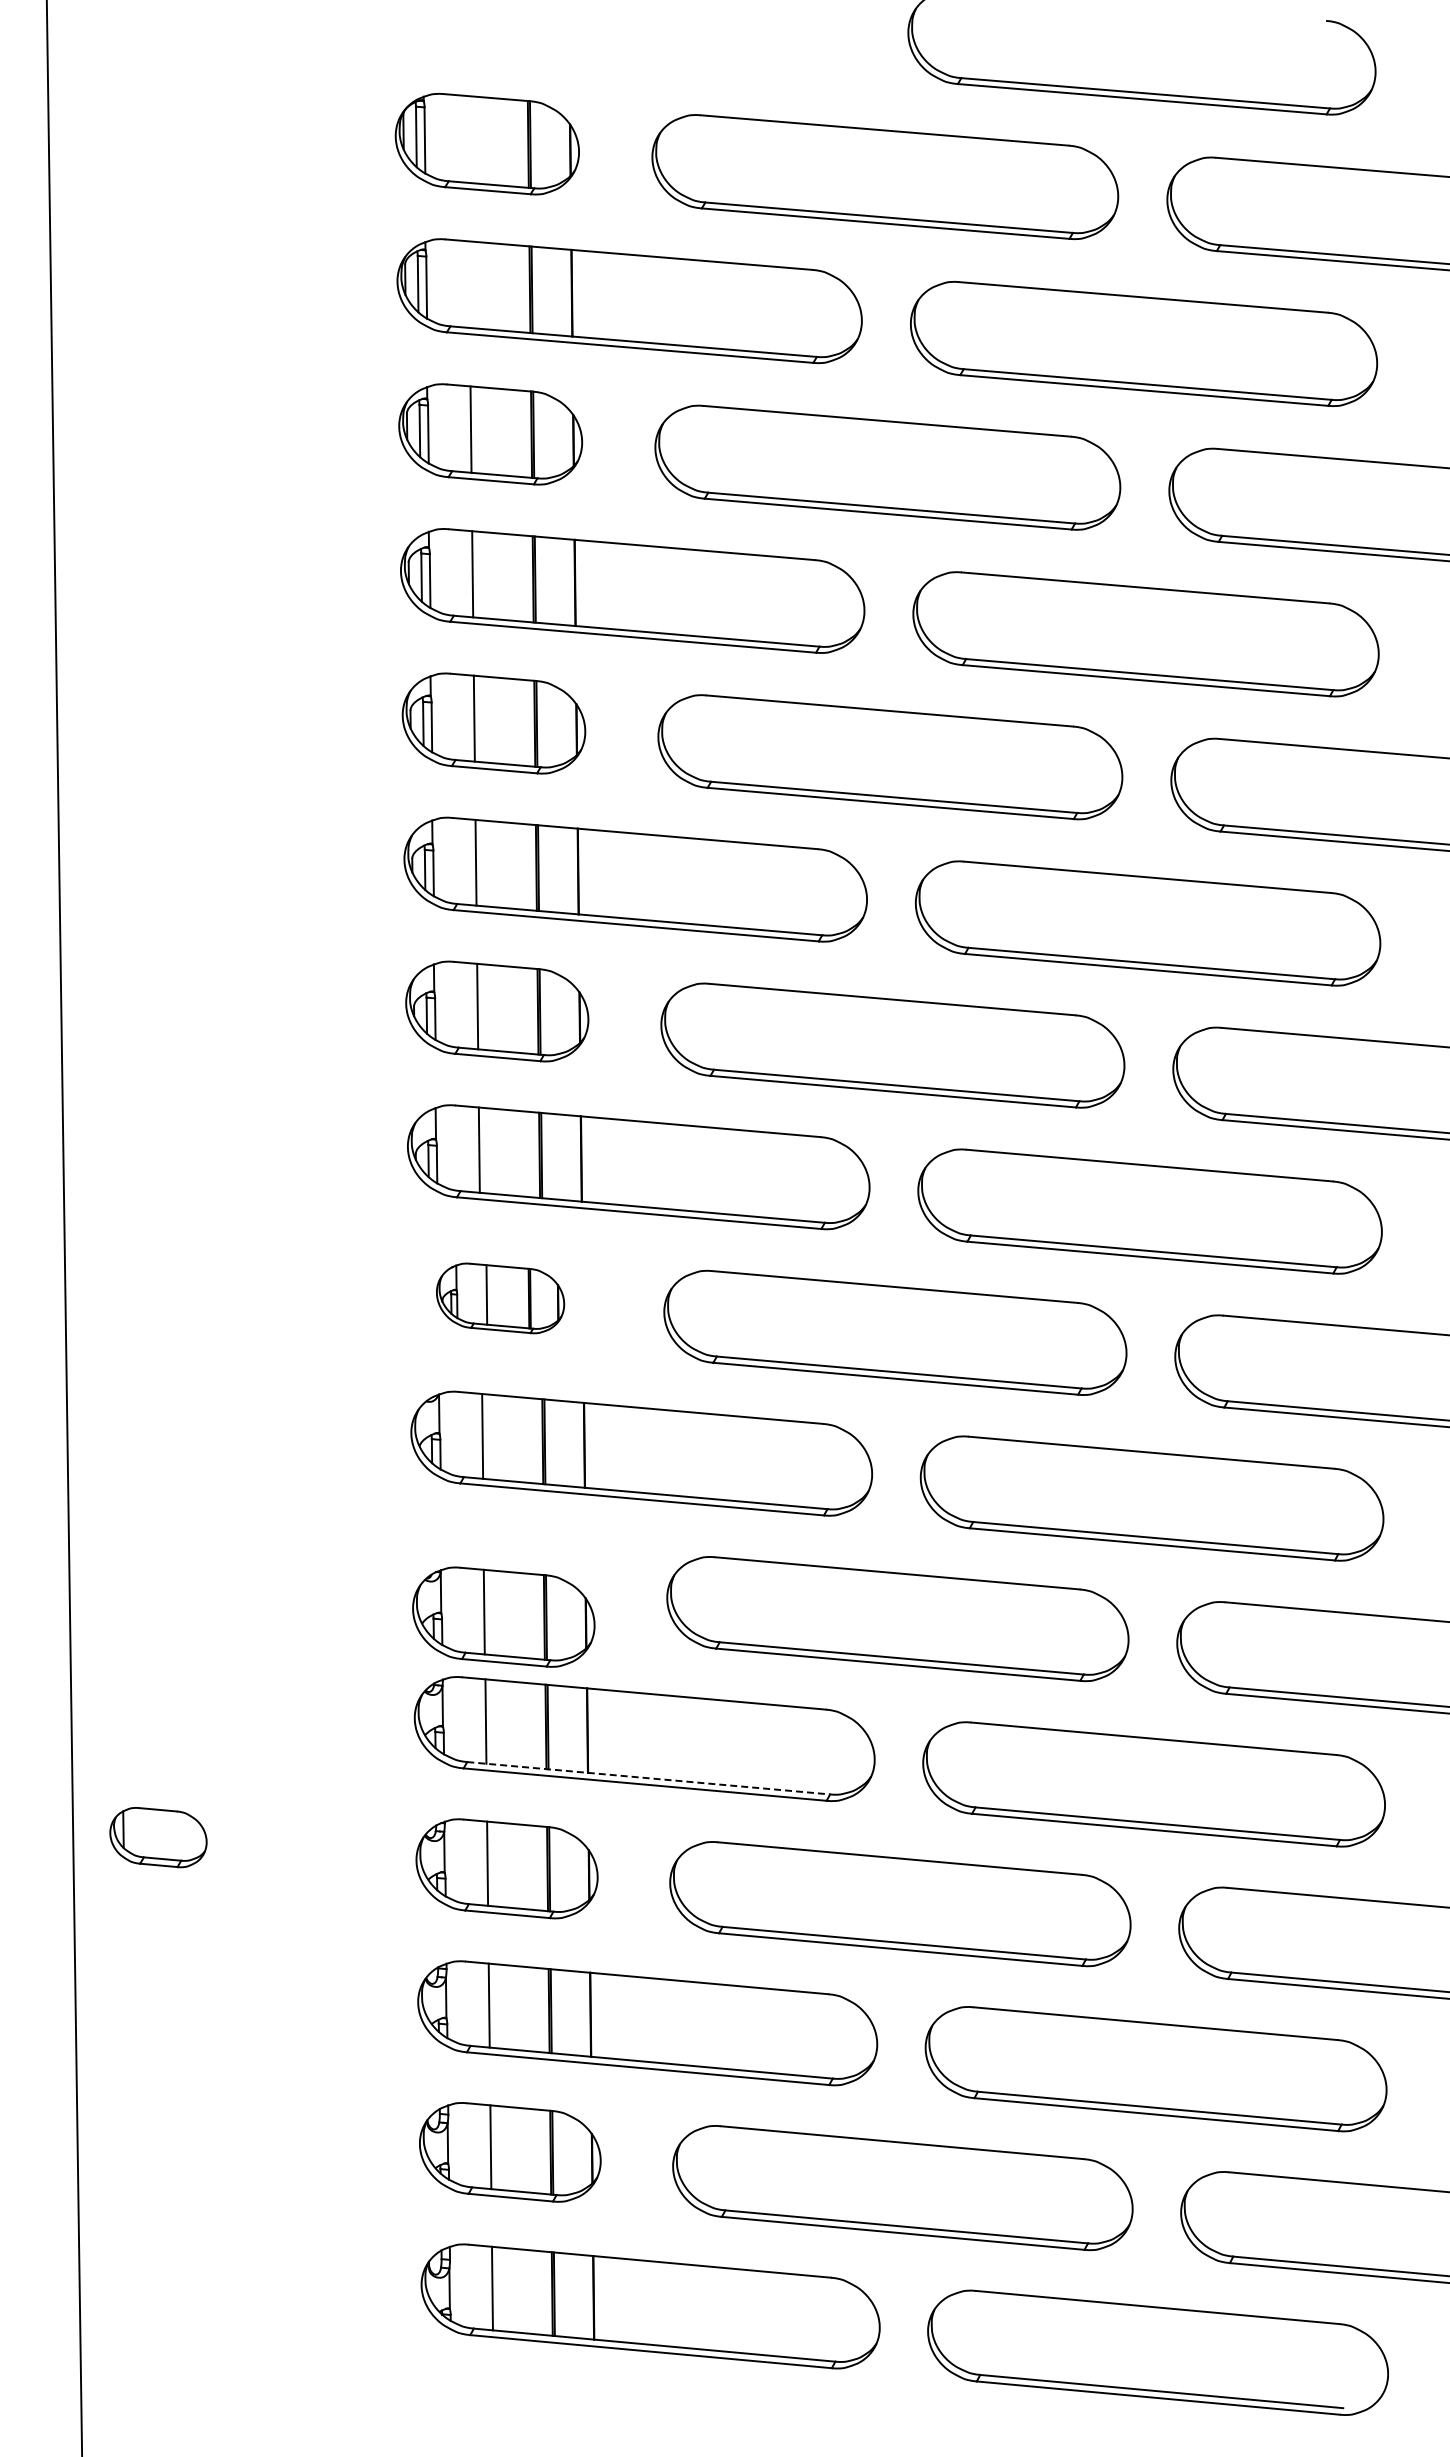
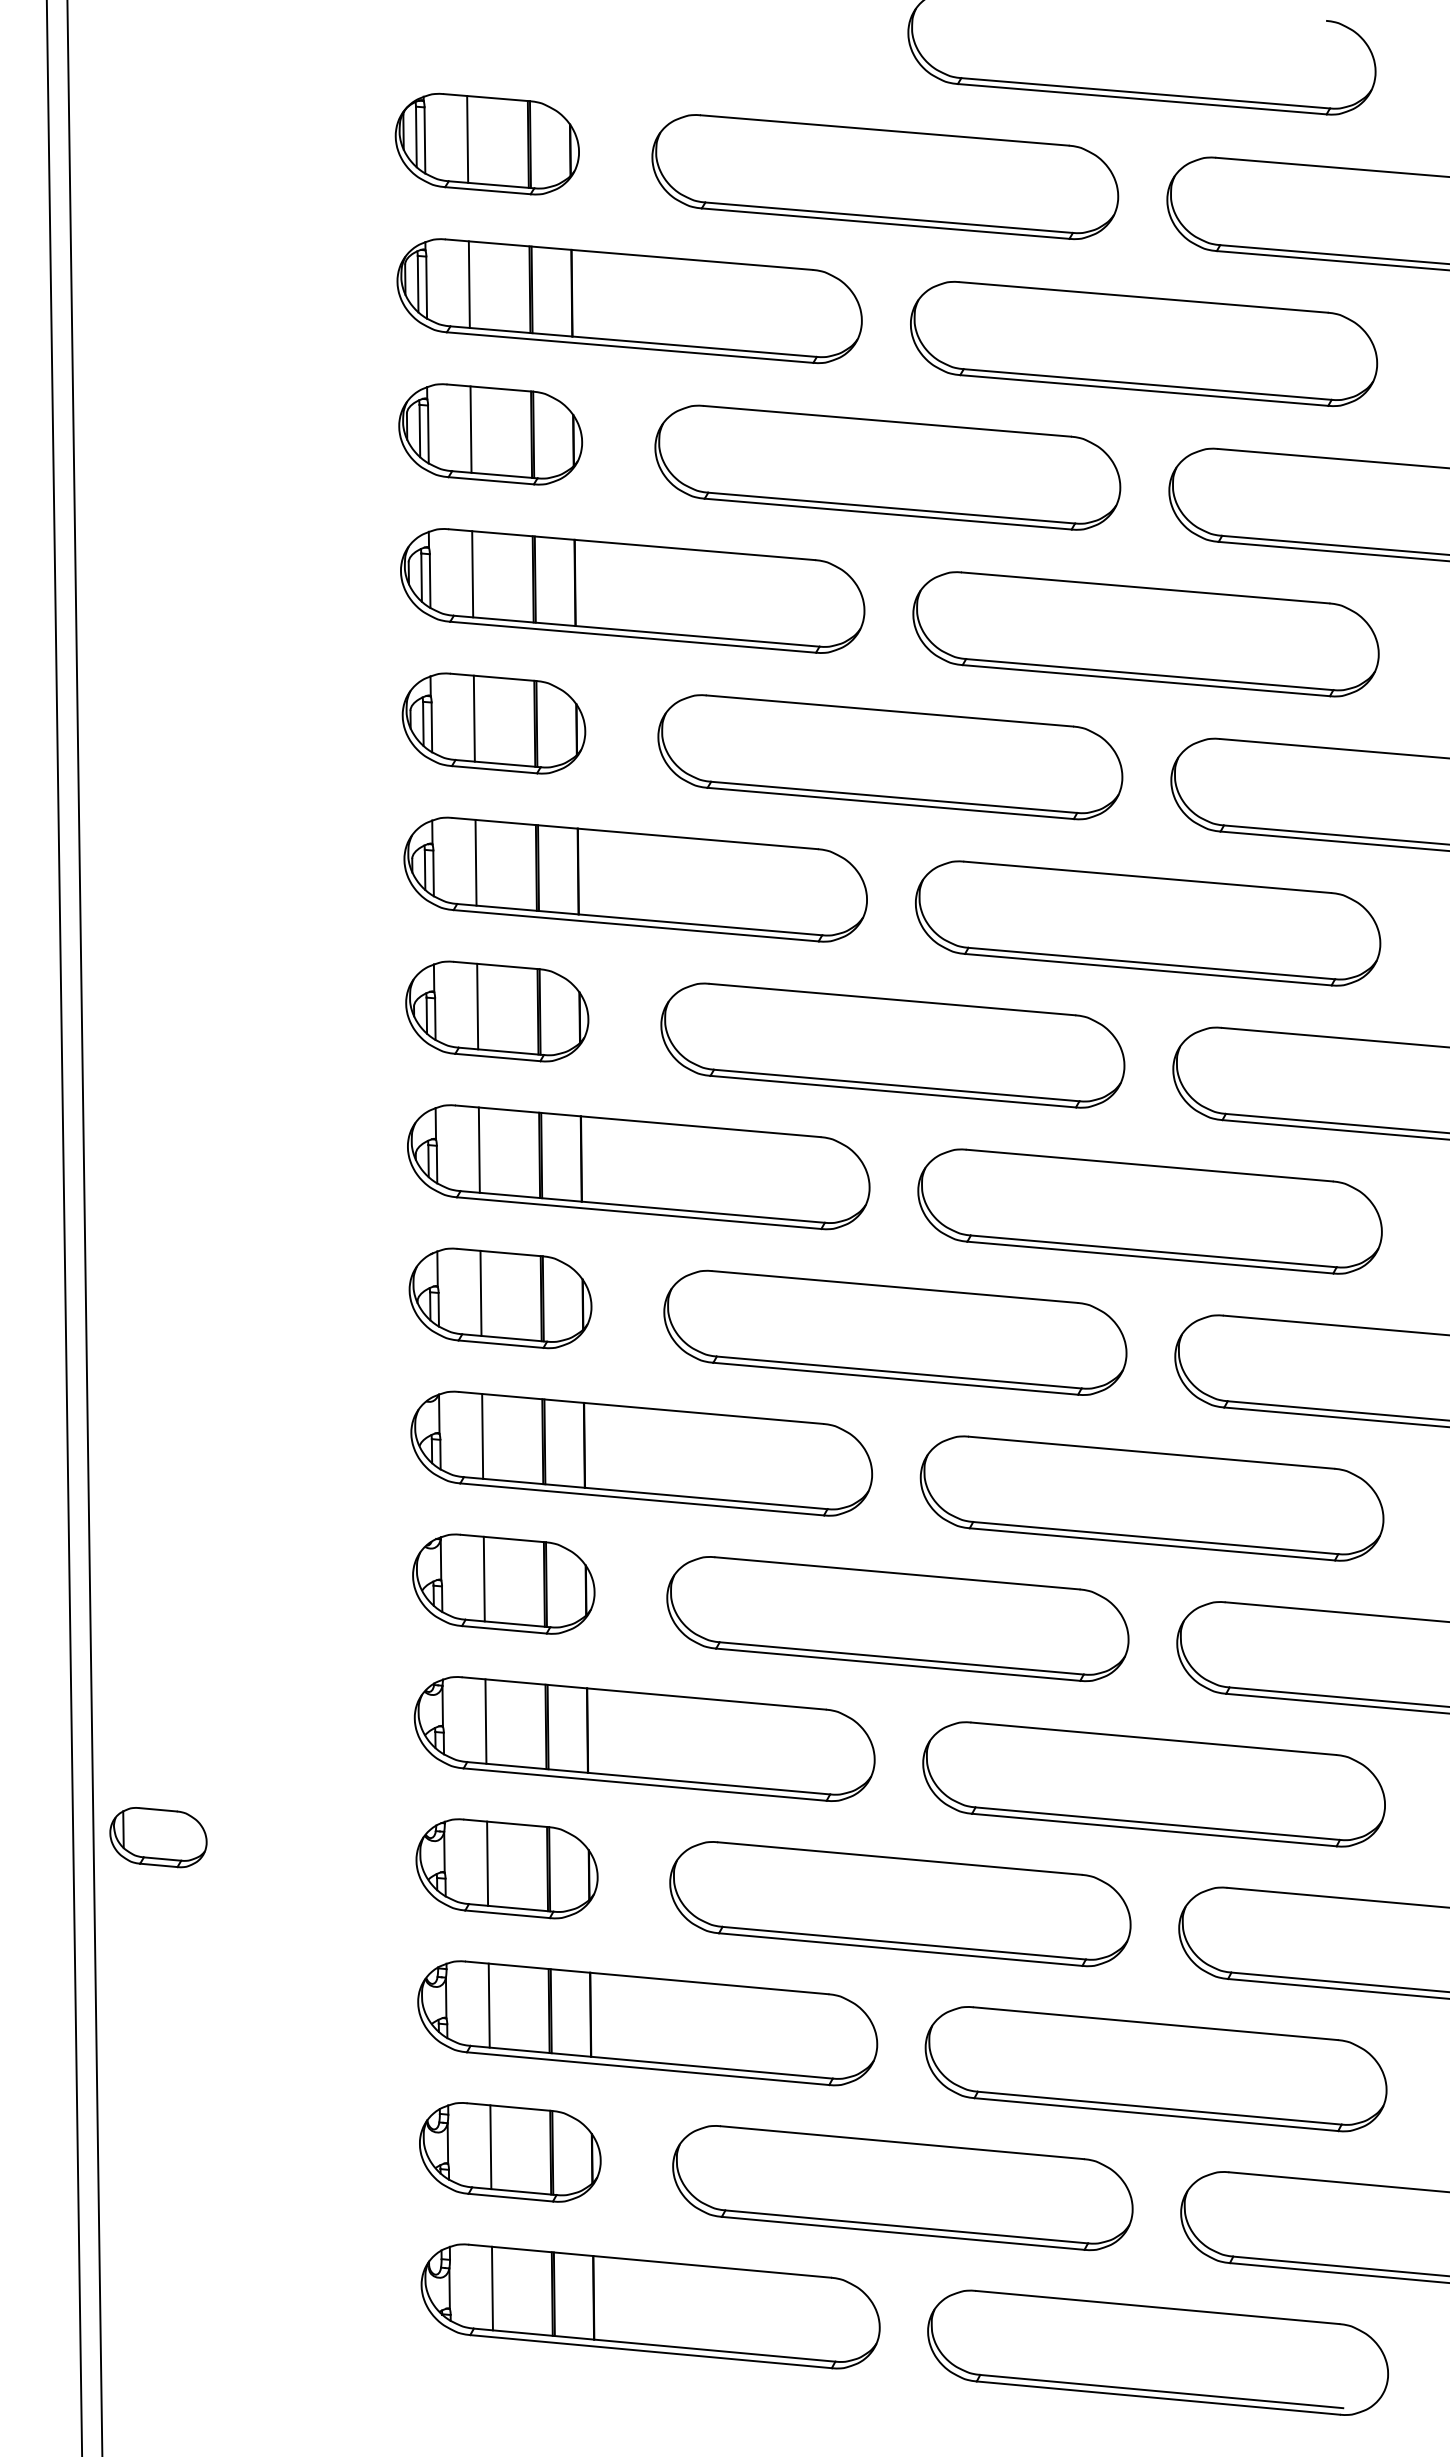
line at (467, 139): none -> present
line at (468, 284): none -> present
line at (84, 1227): none -> present
part at (500, 1298) size: 130x73 px -> 185x103 px
part at (503, 1616) position: (503, 1616) -> (503, 1583)
line at (649, 1778): dashed -> solid
